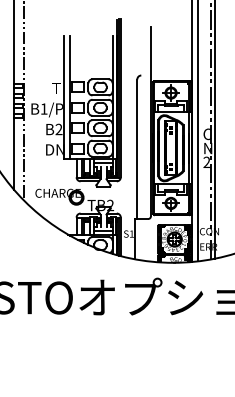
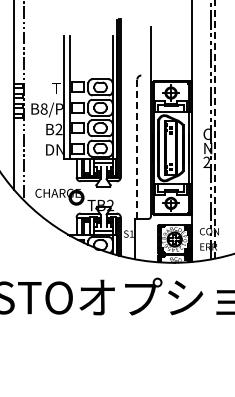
text at (43, 108): B1/P -> B8/P
line at (215, 129): solid -> dashed
line at (197, 131): present -> none
line at (137, 149): solid -> dashed
